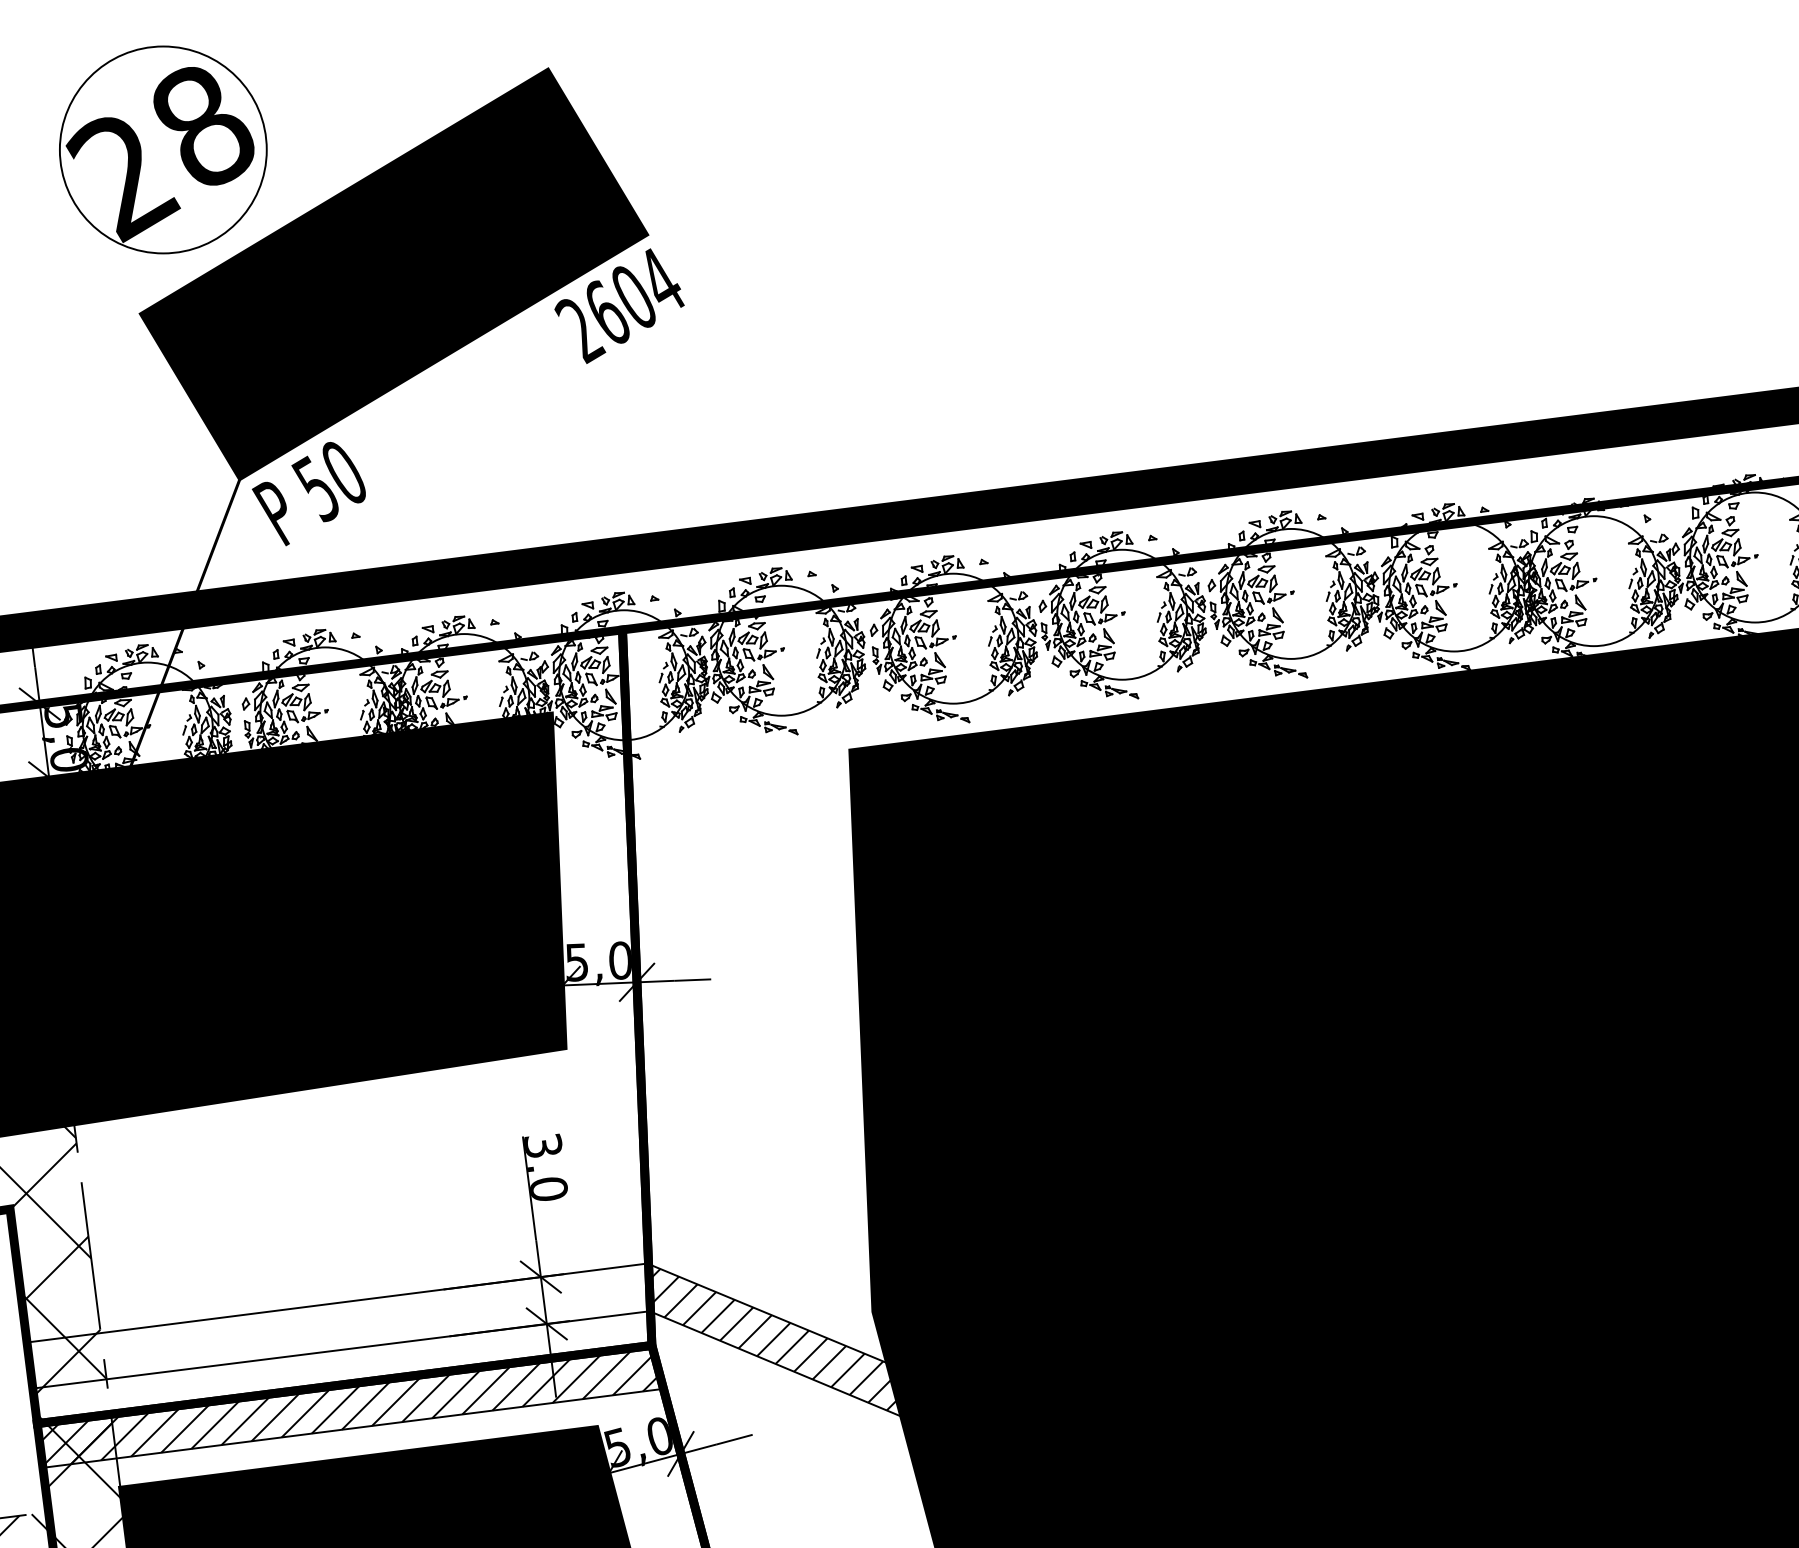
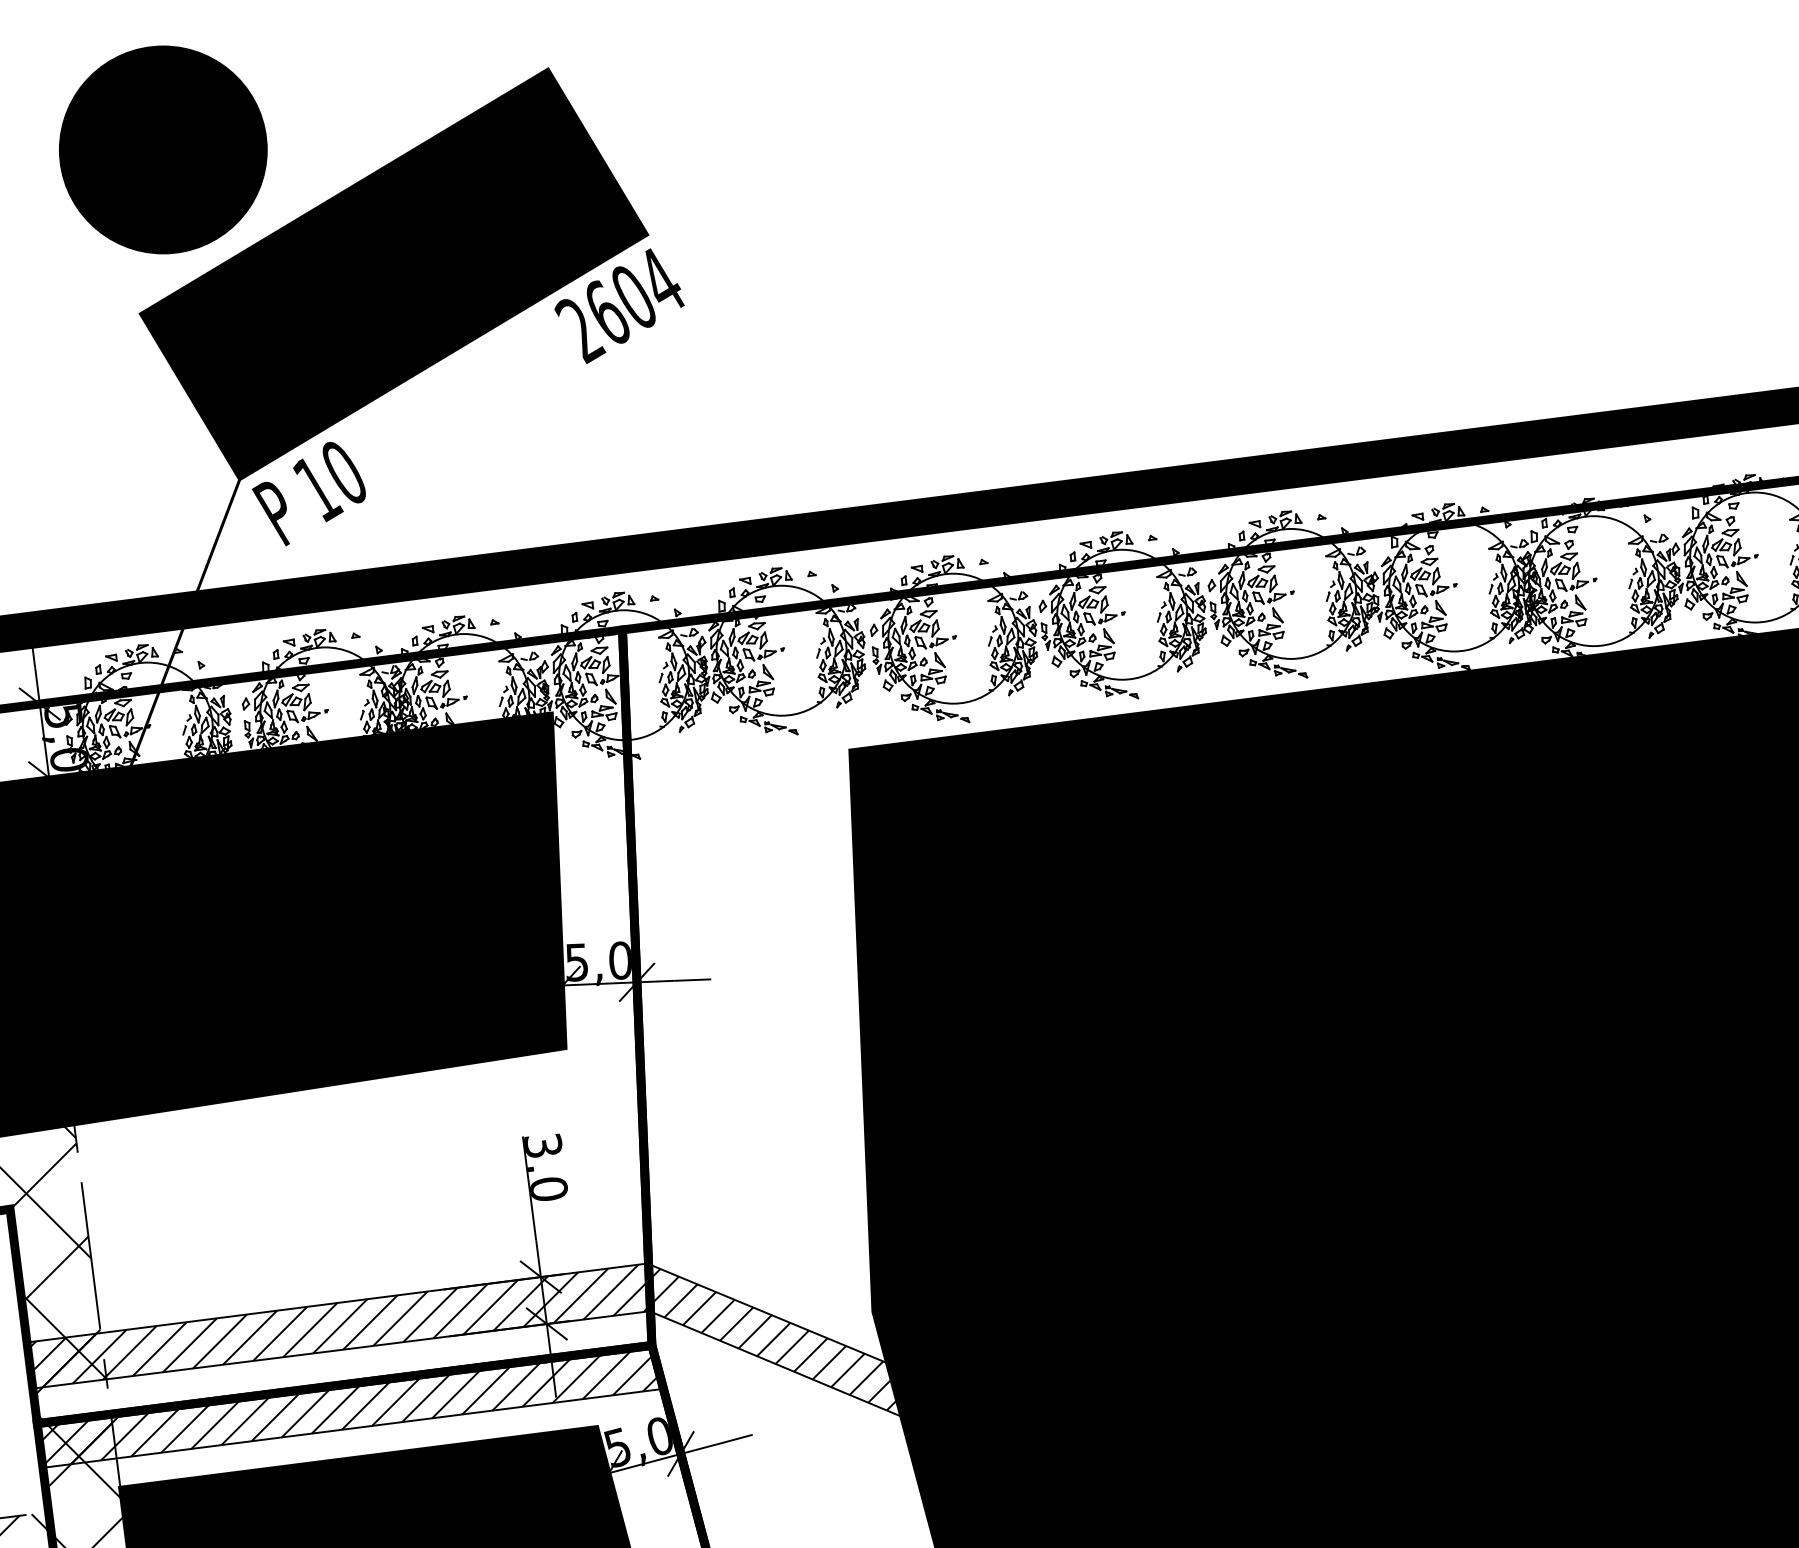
fill at (162, 149): none -> present
text at (317, 488): 50 -> 10
hatch at (338, 1325): none -> present
